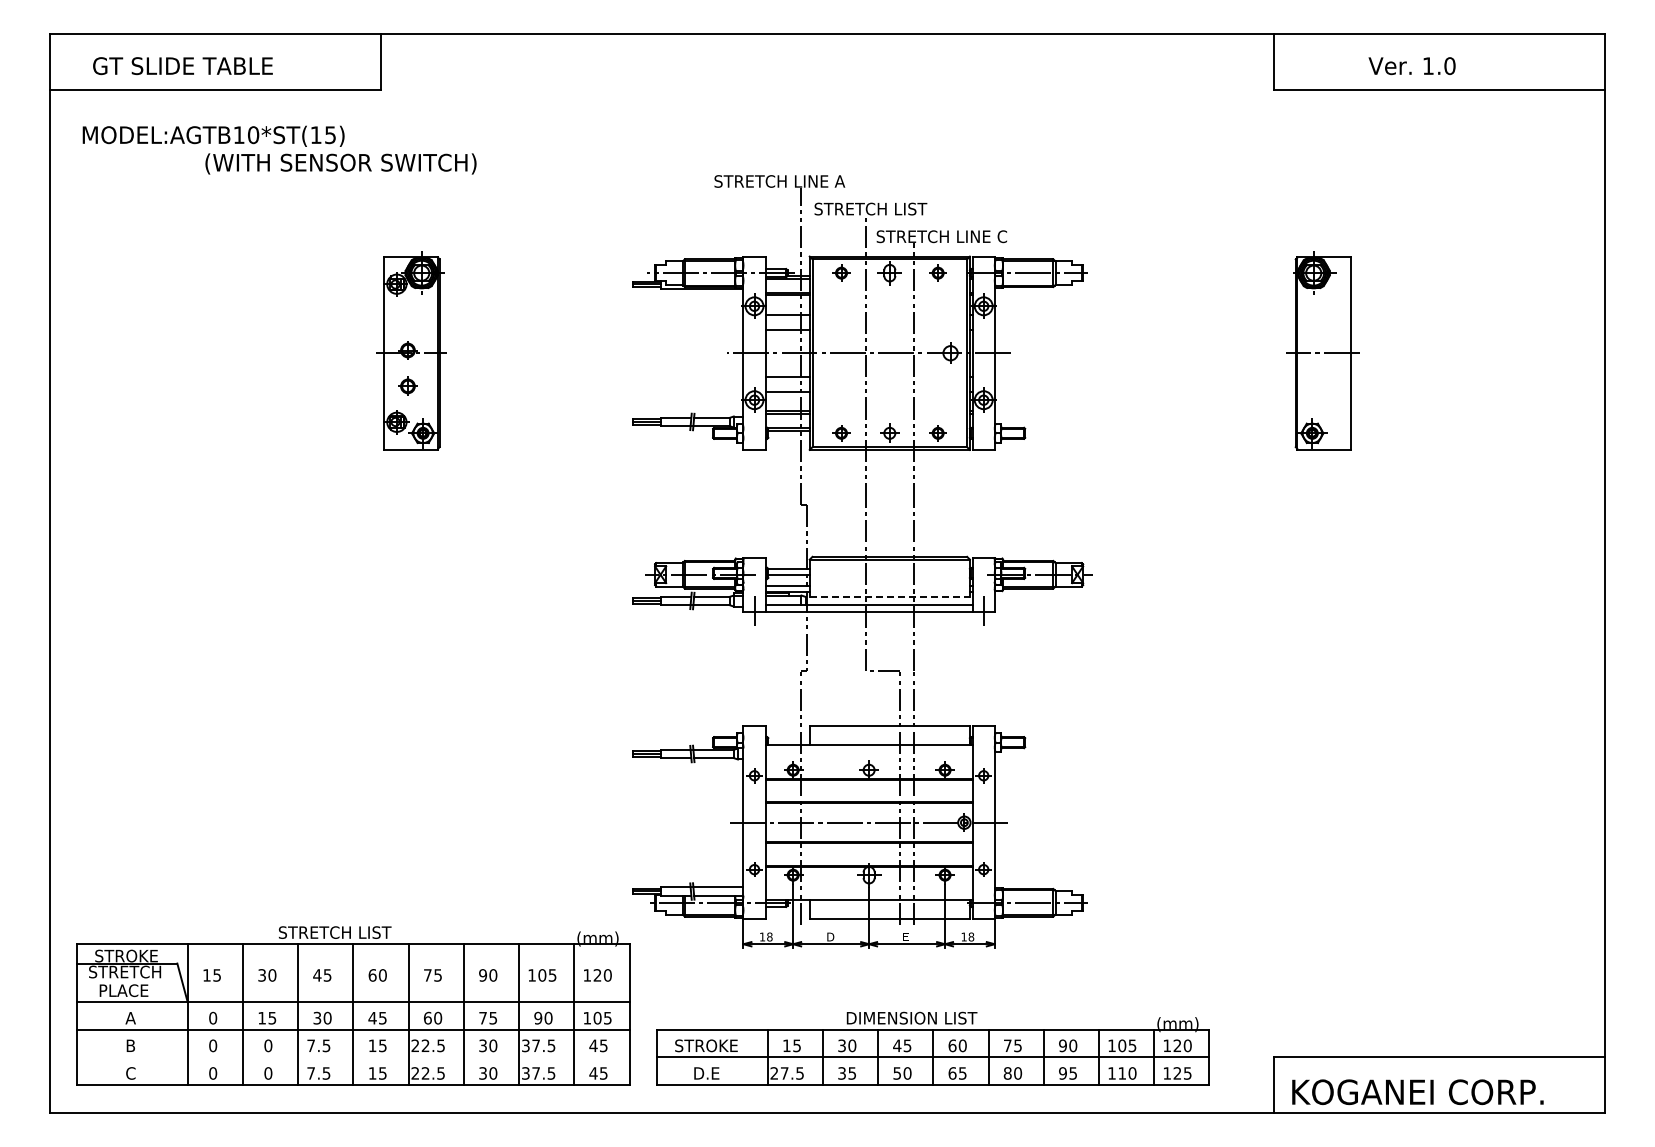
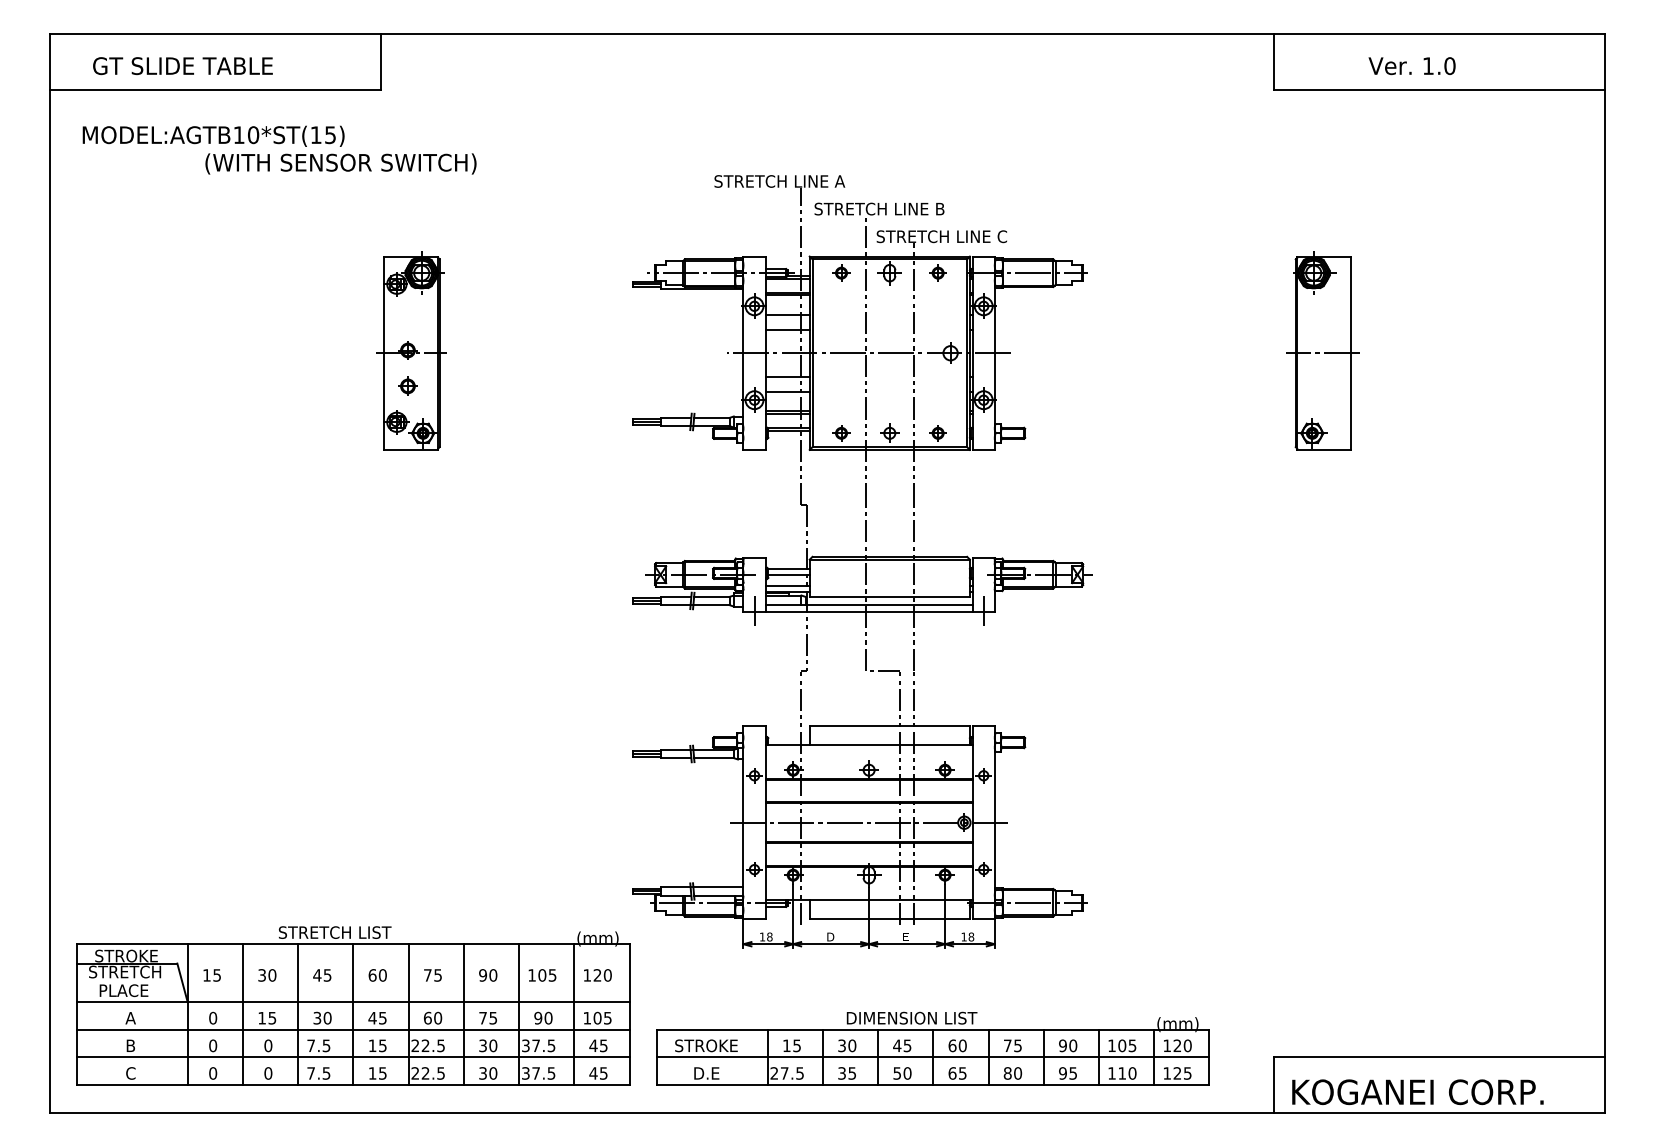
text at (926, 208): STRETCH LIST -> STRETCH LINE B
line at (890, 596): dashed -> solid
line at (353, 1057): none -> present
